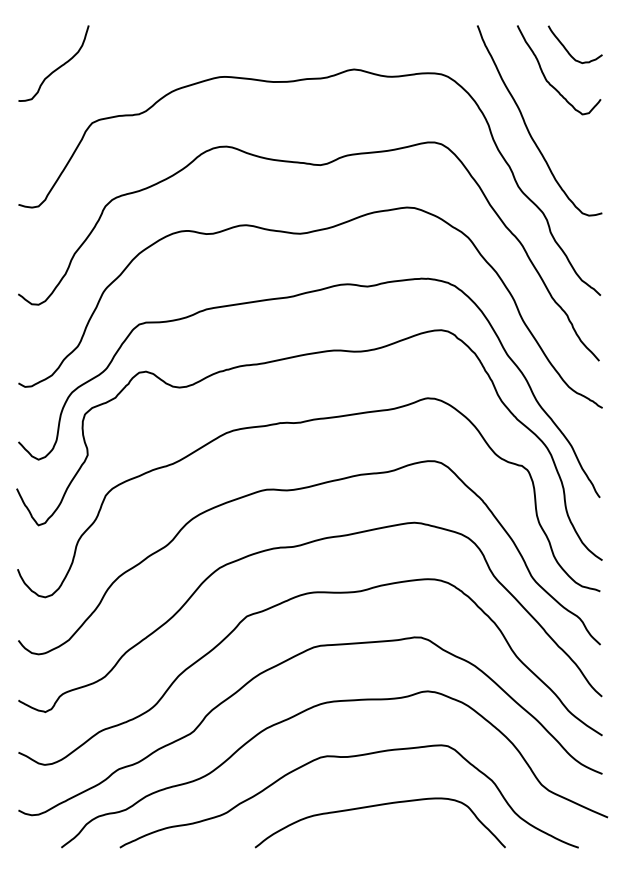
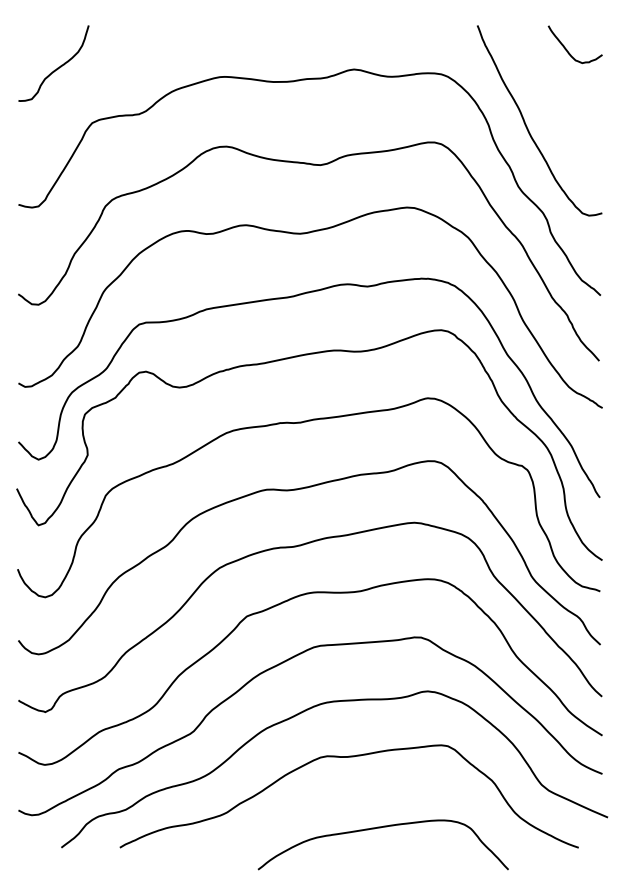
curve at (545, 76): present -> none
curve at (377, 806) position: (377, 806) -> (380, 828)
